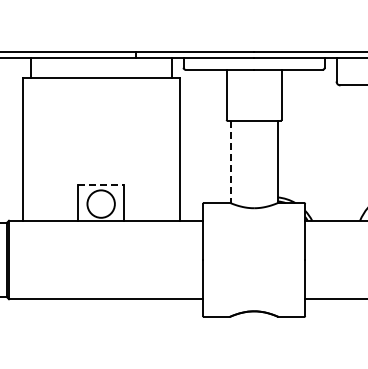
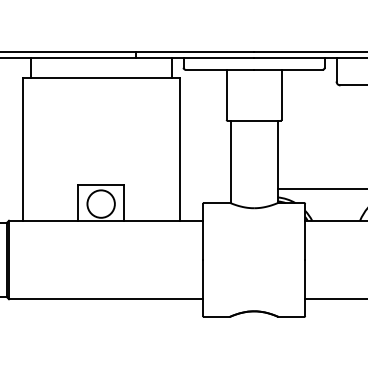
line at (230, 162): dashed -> solid
line at (101, 185): dashed -> solid
line at (320, 189): none -> present
